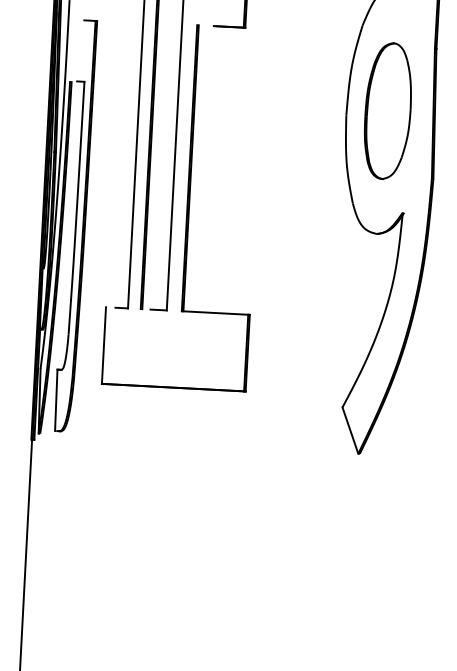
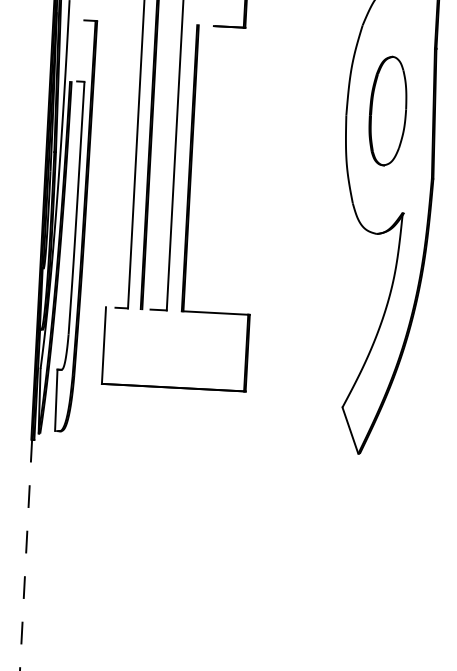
part at (387, 110) size: 48x138 px -> 40x112 px
line at (26, 555): solid -> dashed
